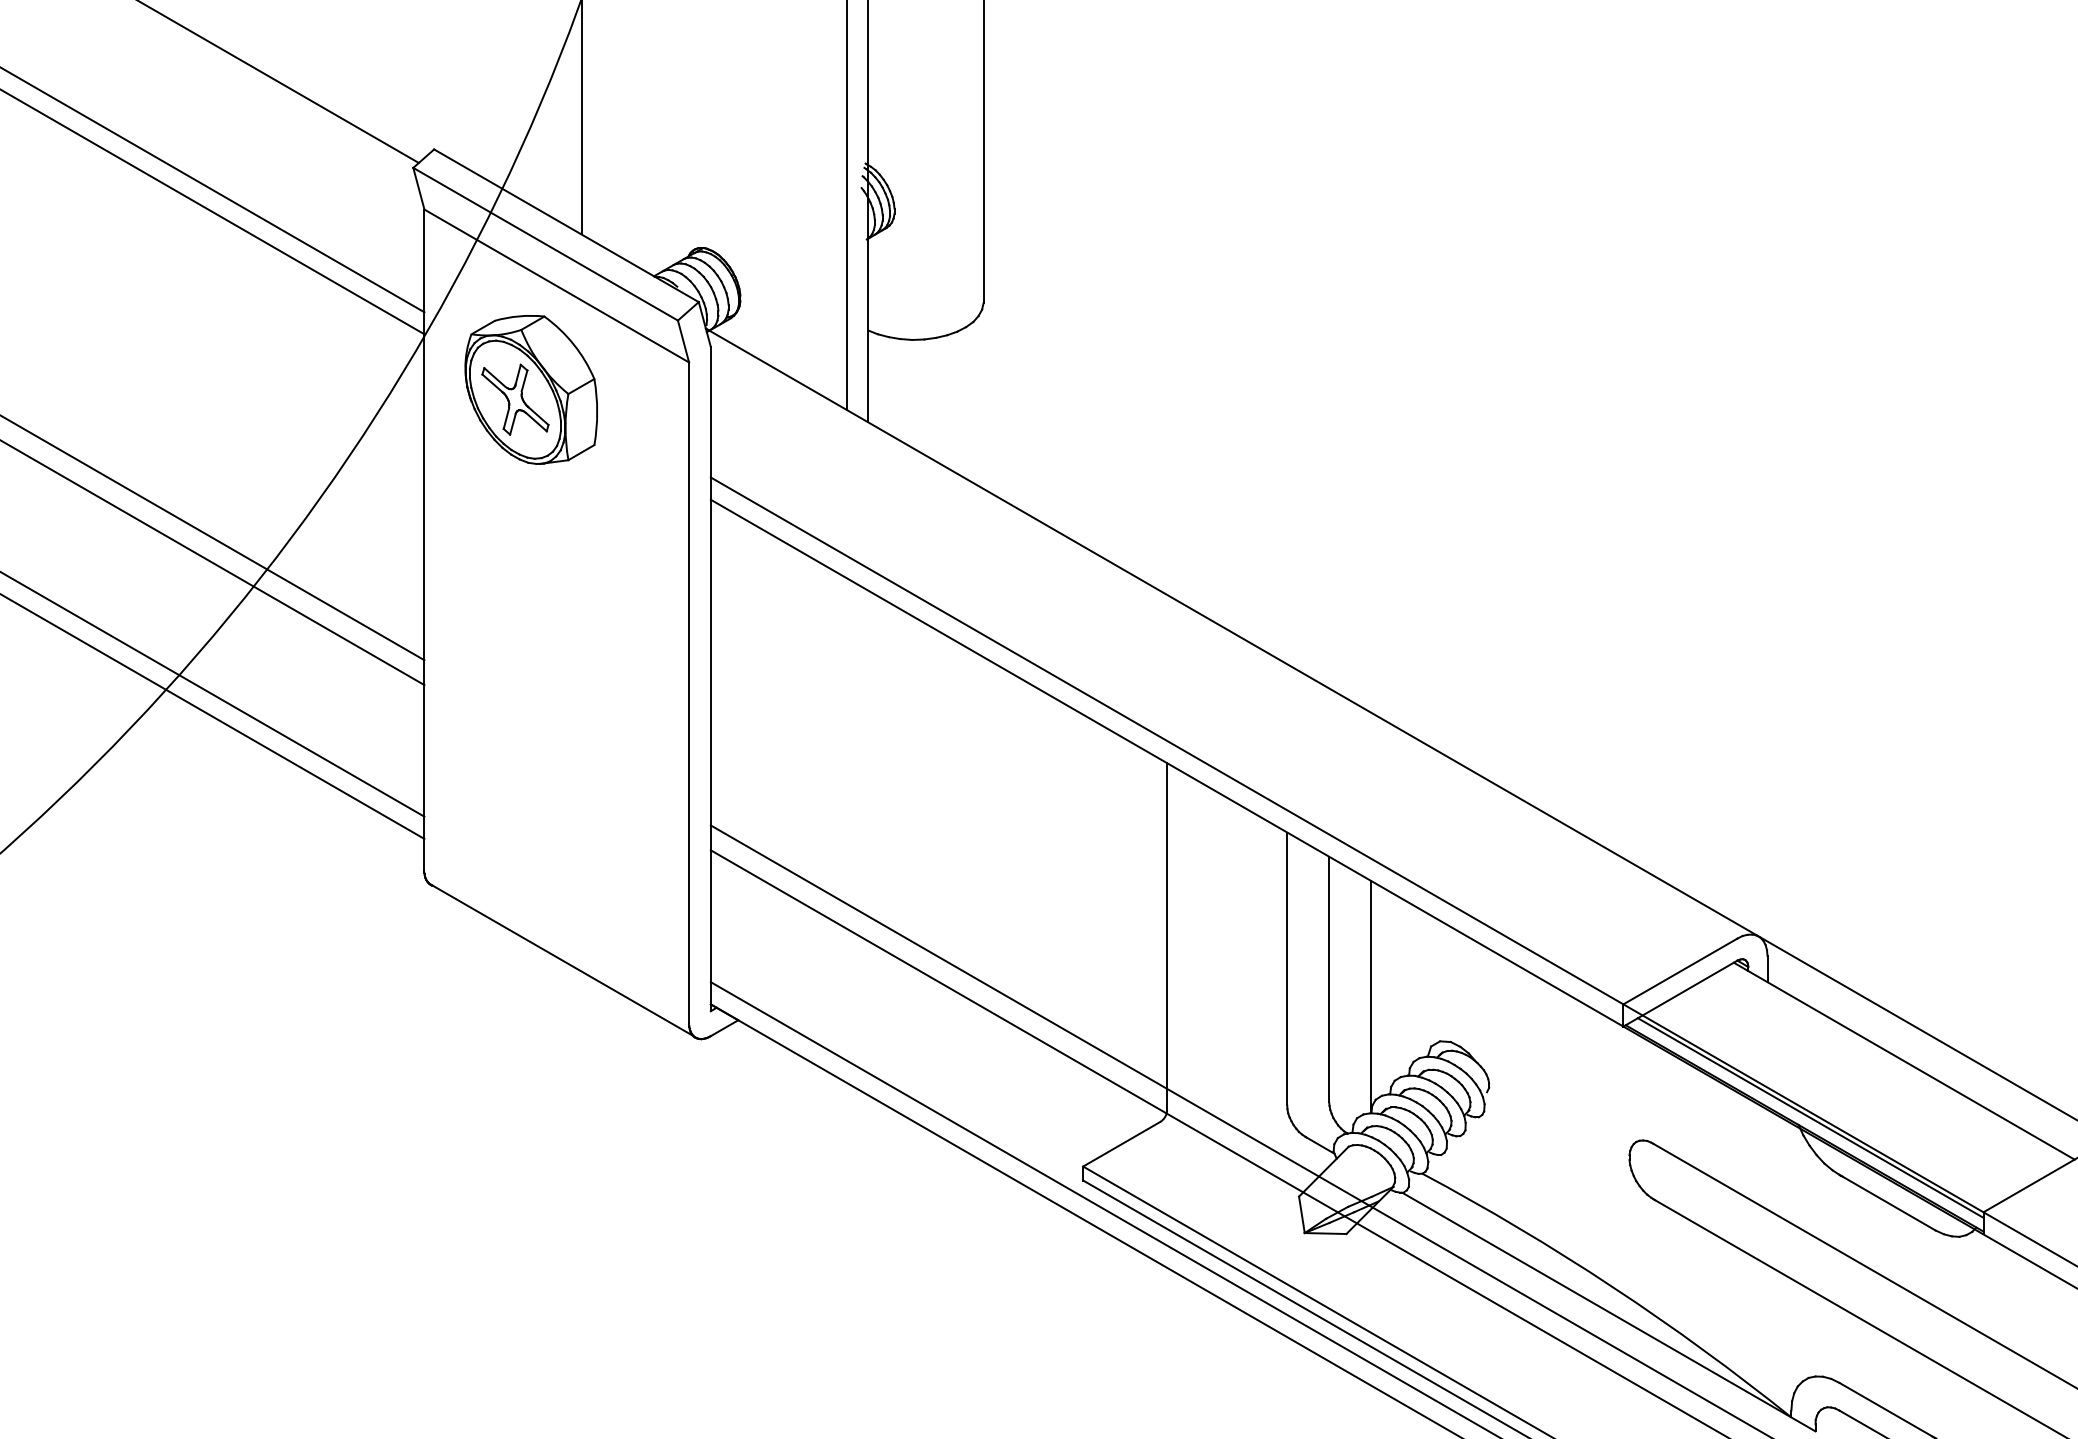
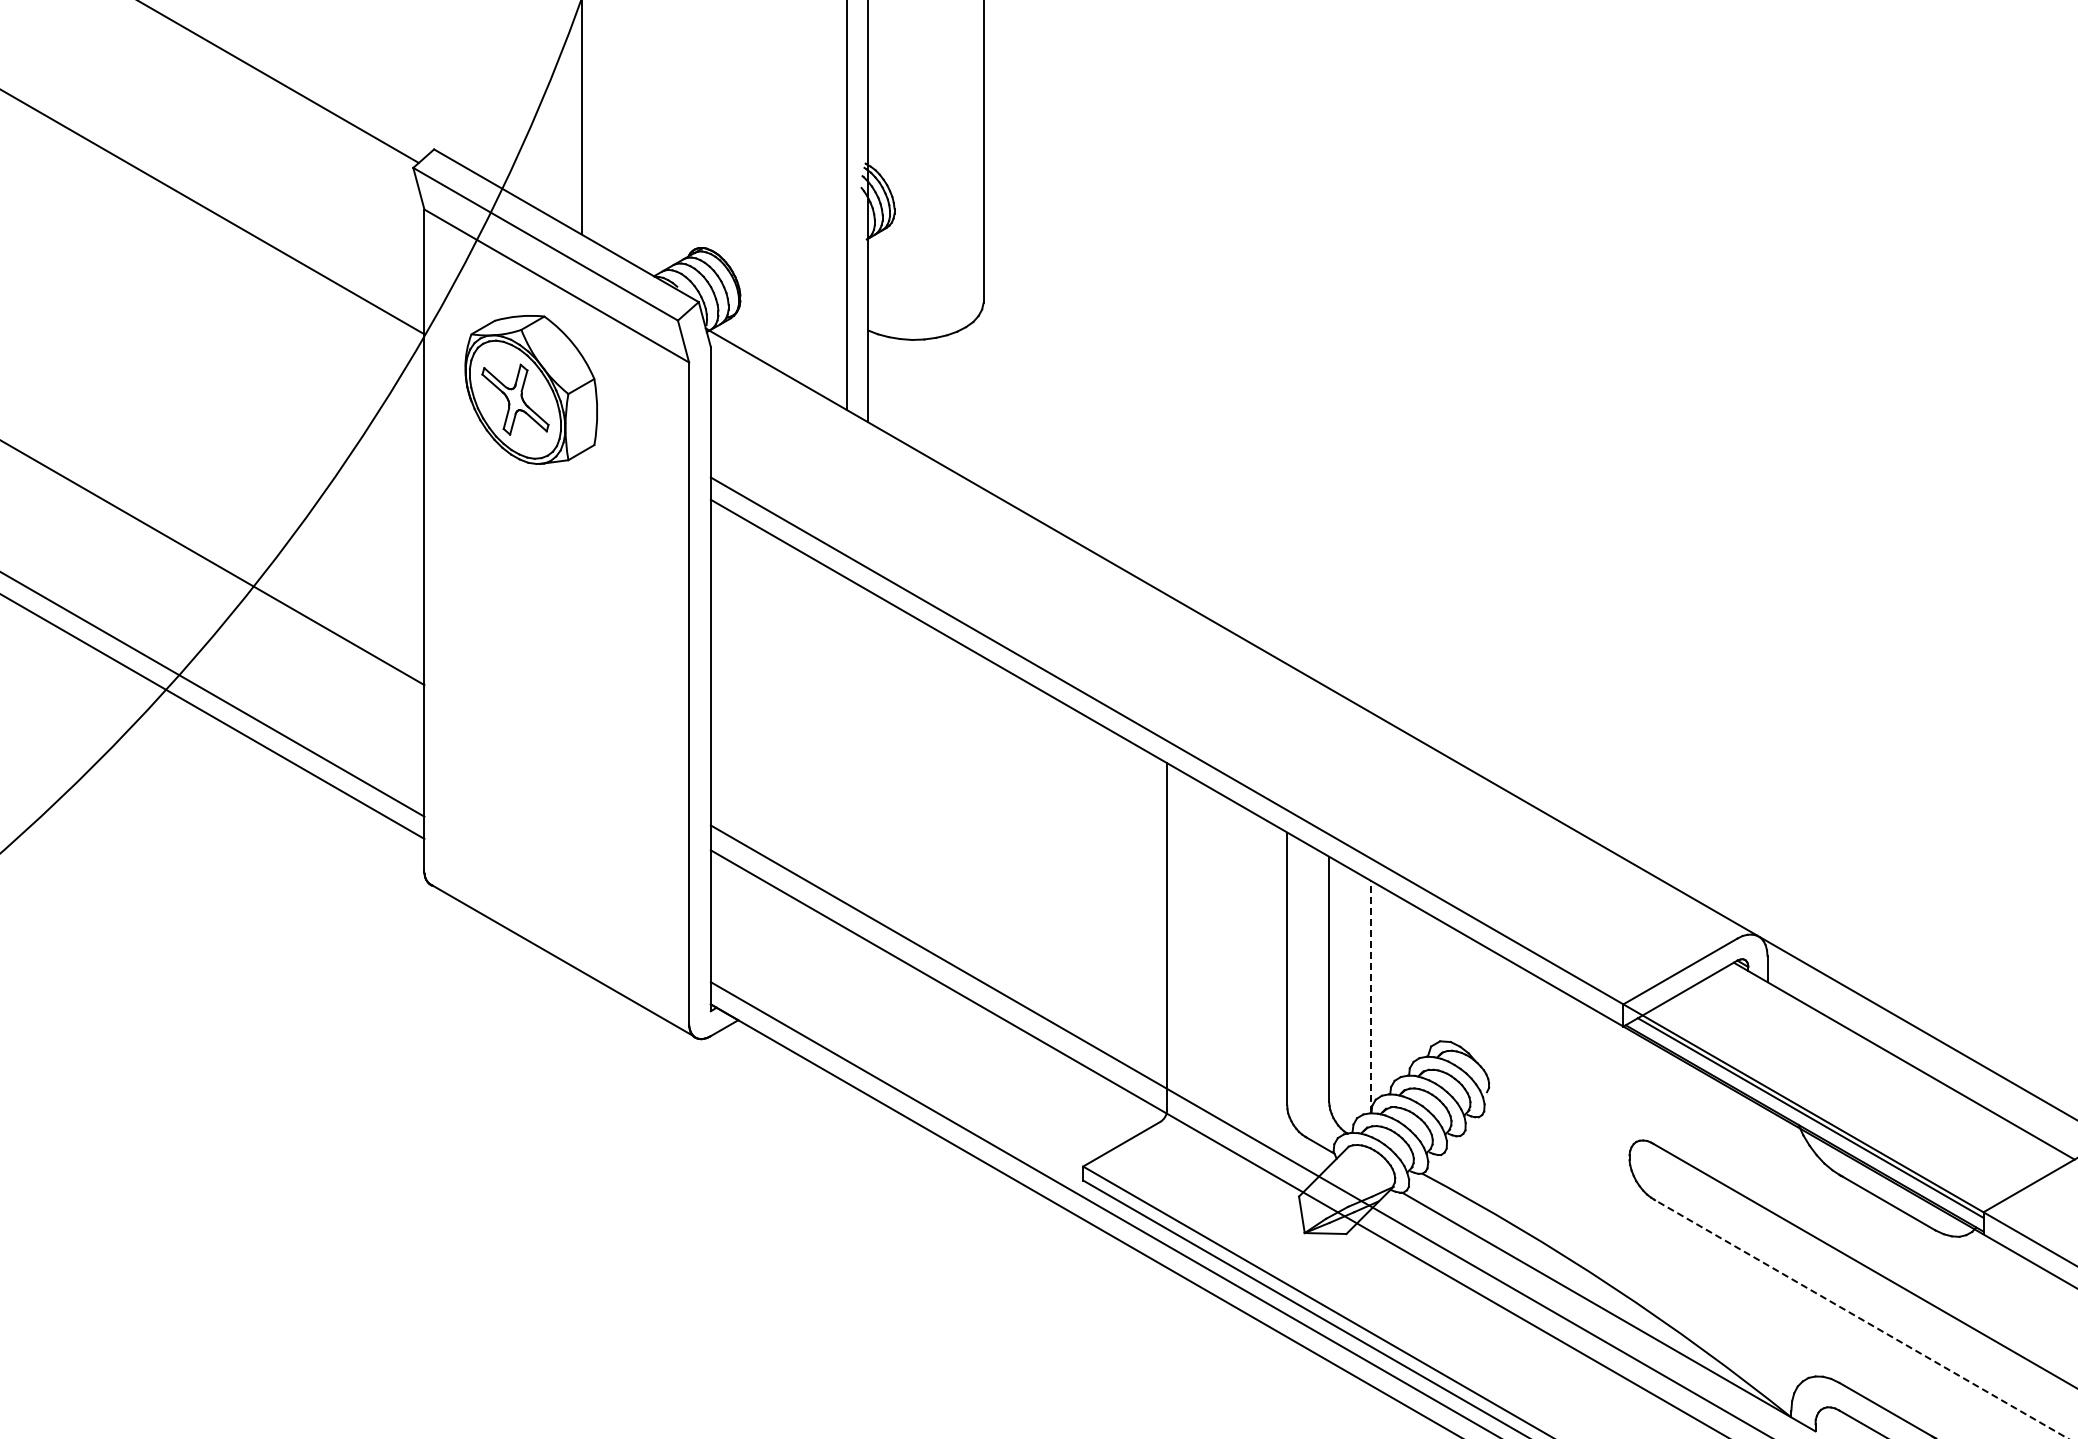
line at (213, 190): present -> none
line at (213, 538): present -> none
line at (1371, 996): solid -> dashed
line at (1860, 1318): solid -> dashed
